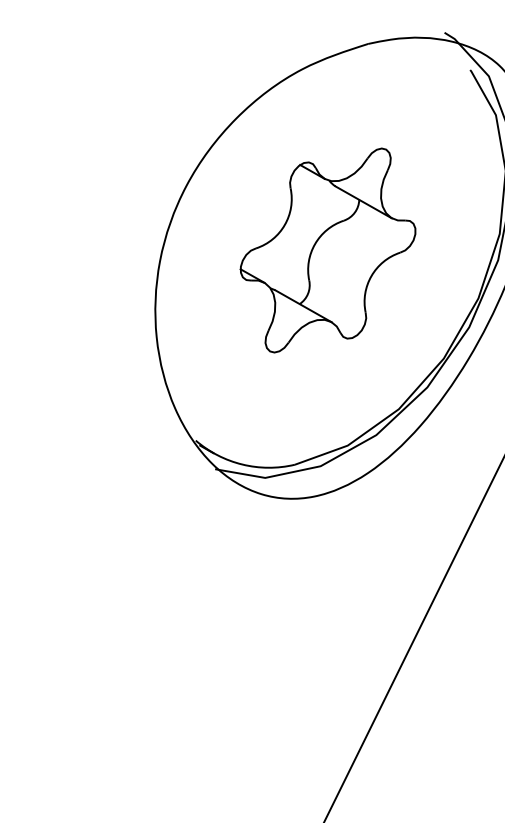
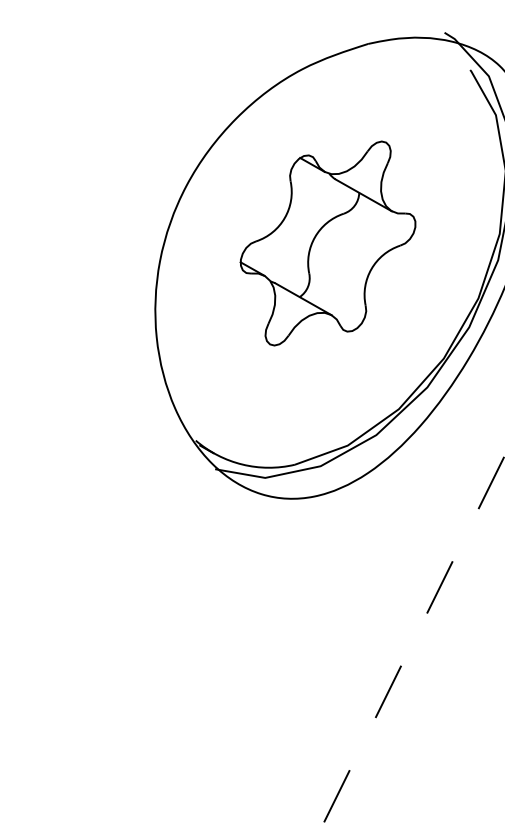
part at (327, 250) position: (327, 250) -> (327, 243)
line at (414, 638): solid -> dashed
